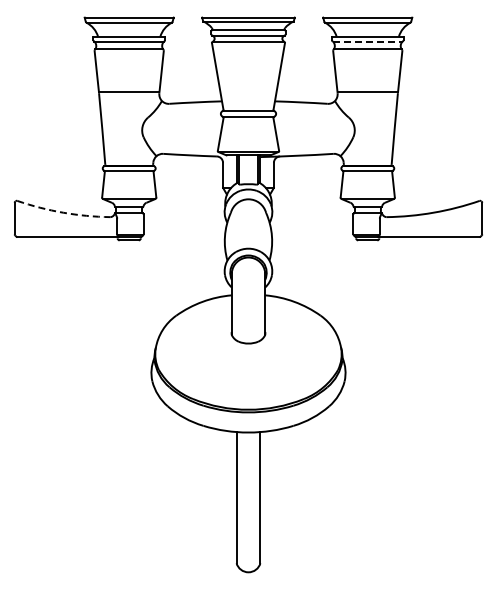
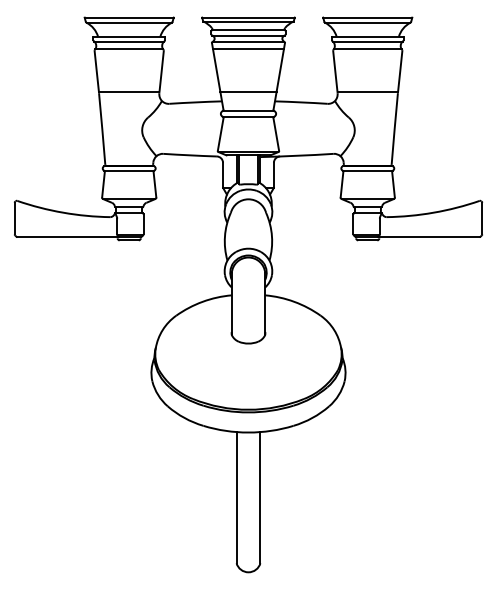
line at (367, 41): dashed -> solid
line at (248, 49): none -> present
line at (248, 92): none -> present
arc at (63, 212): dashed -> solid
